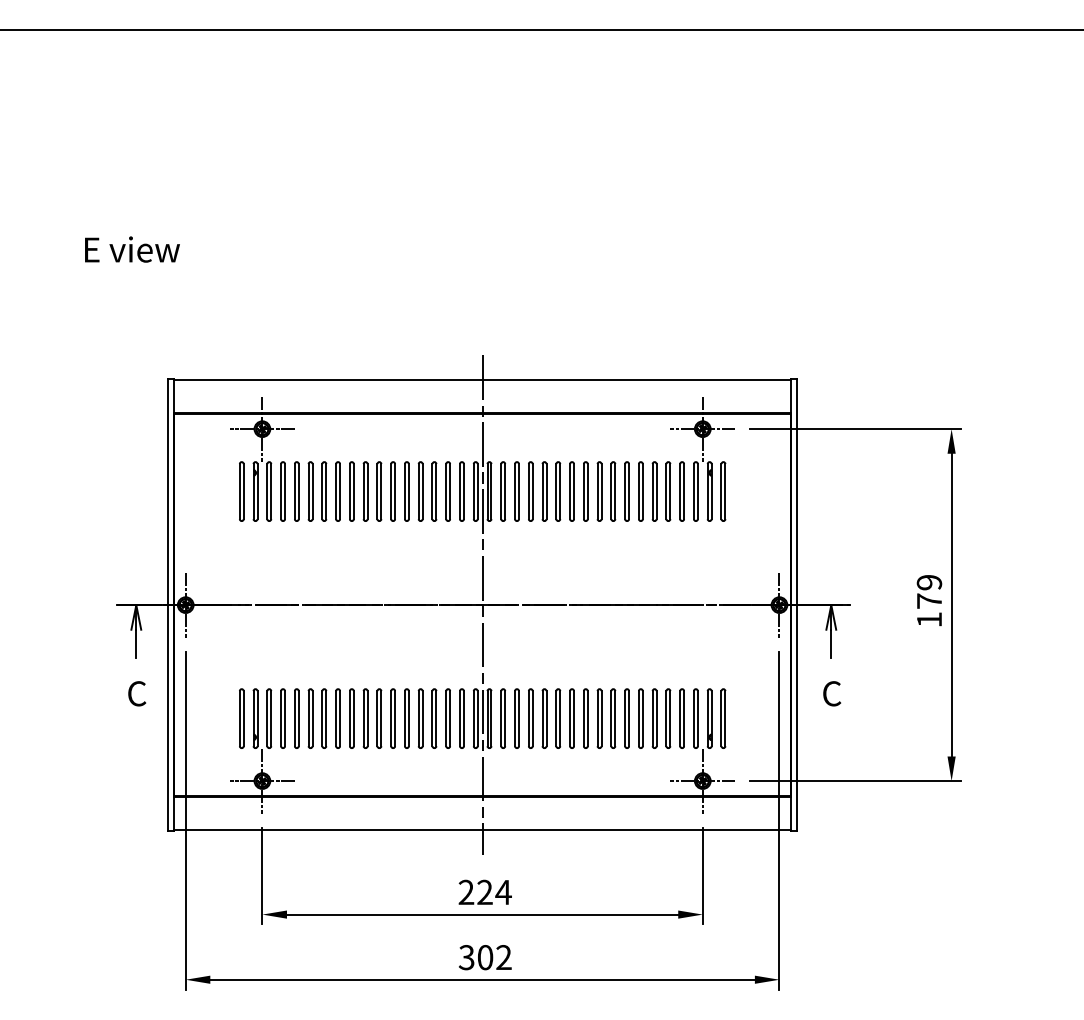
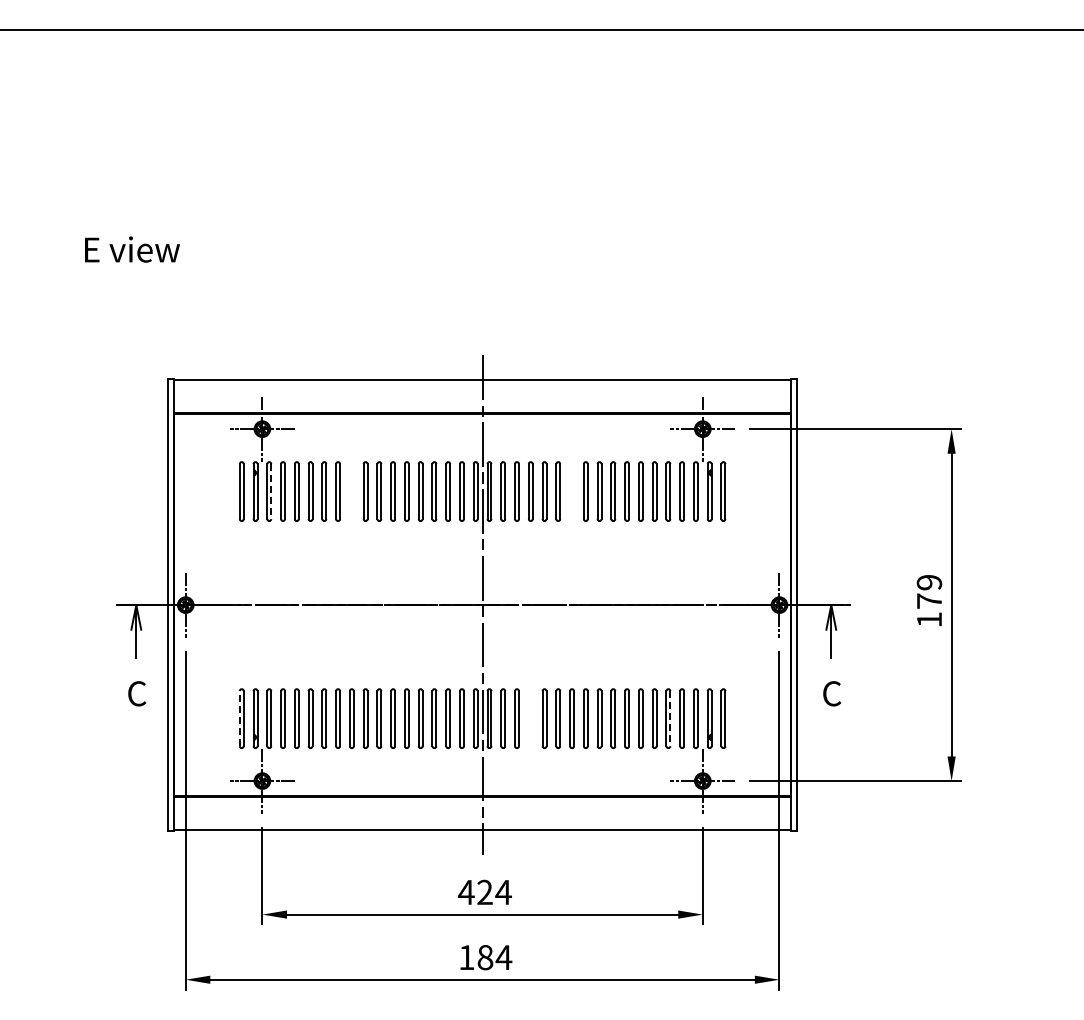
line at (271, 491): solid -> dashed
part at (351, 491): present -> none
part at (571, 491): present -> none
line at (239, 718): solid -> dashed
part at (530, 718): present -> none
line at (670, 718): solid -> dashed
text at (466, 891): 224 -> 424
text at (485, 957): 302 -> 184
